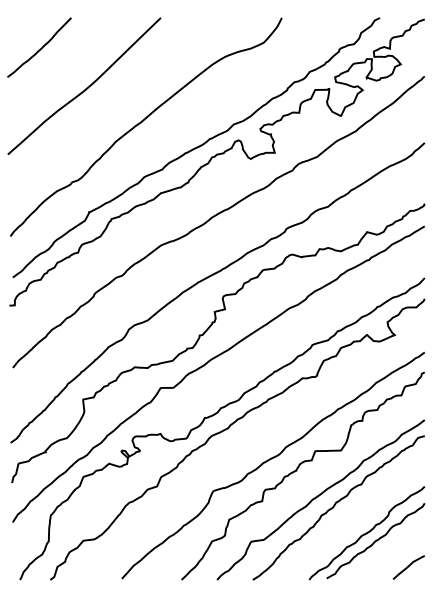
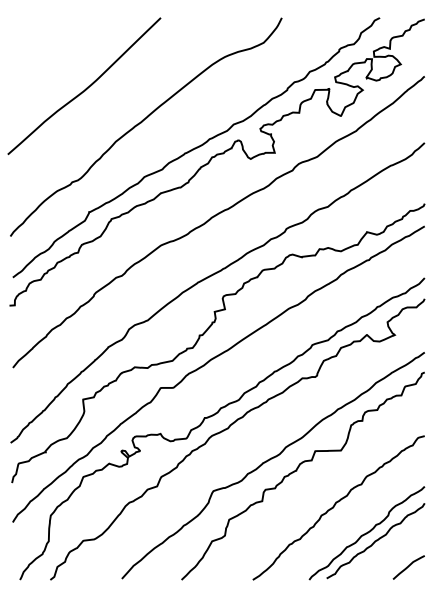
curve at (40, 48): present -> none
curve at (319, 496): present -> none
